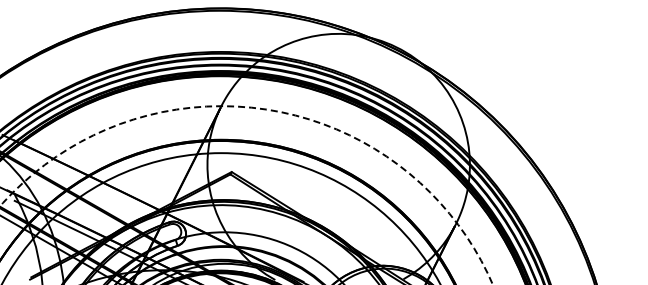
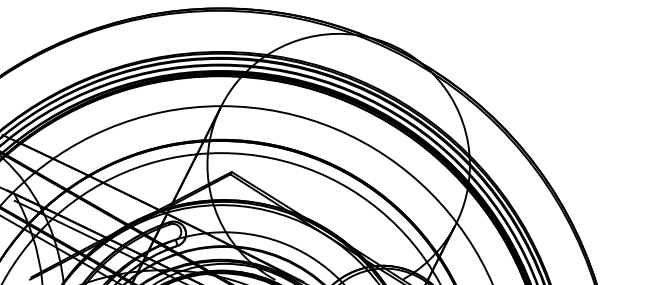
circle at (246, 195): dashed -> solid
